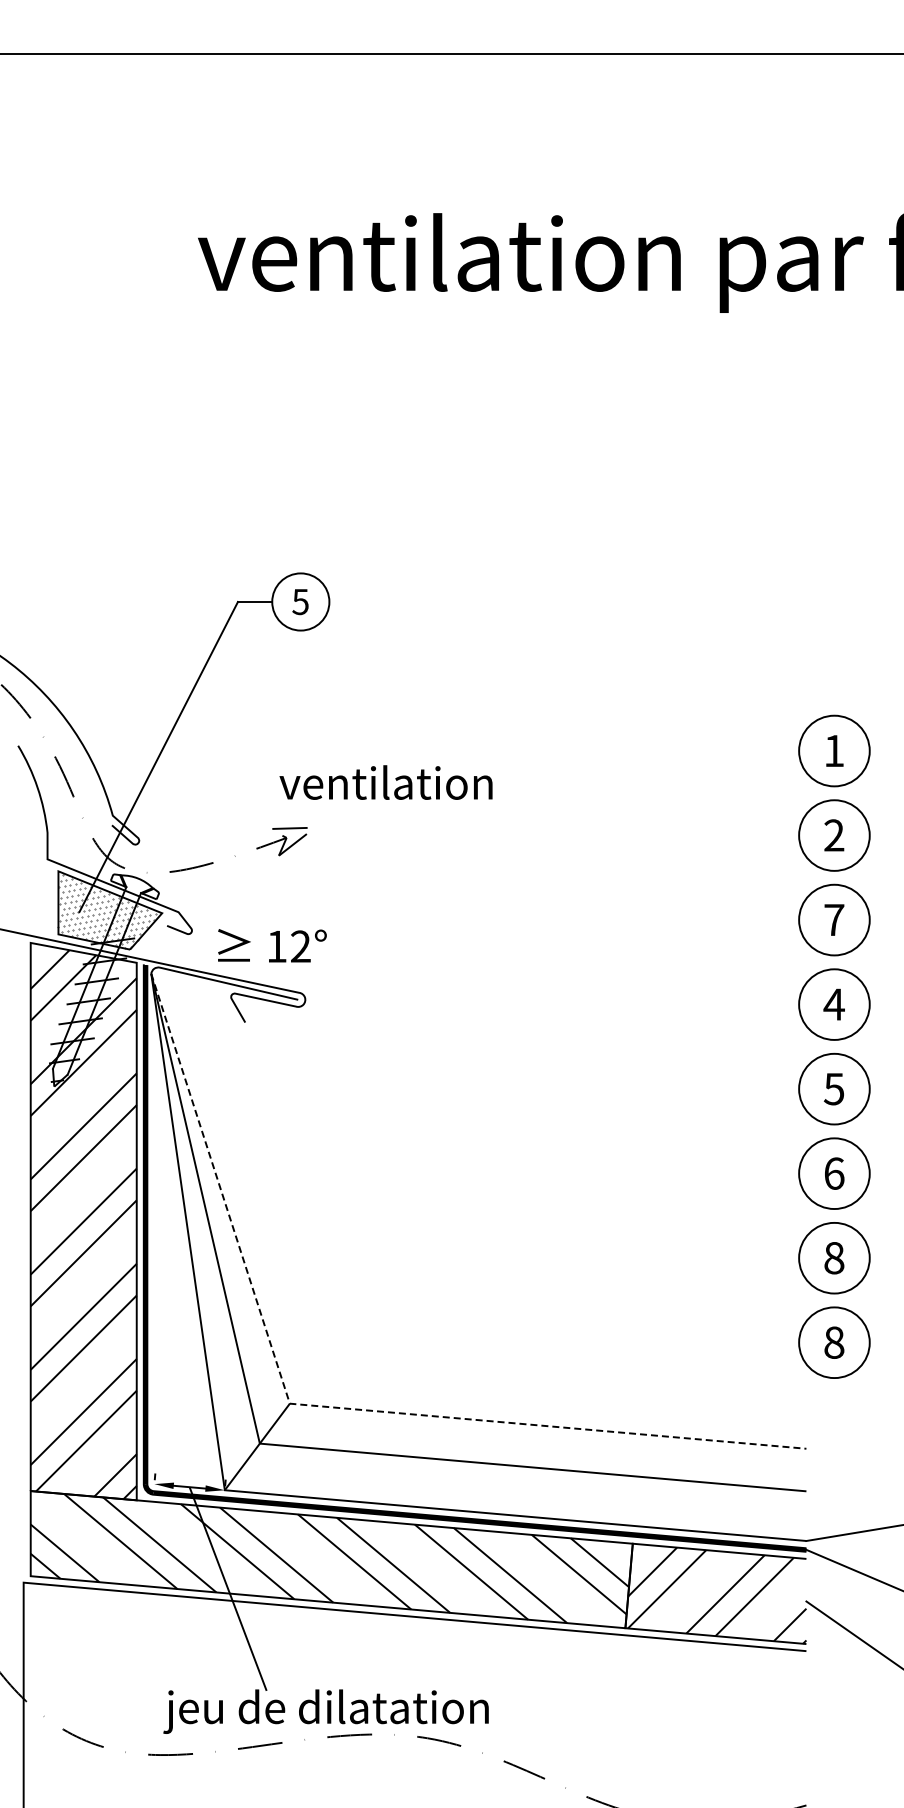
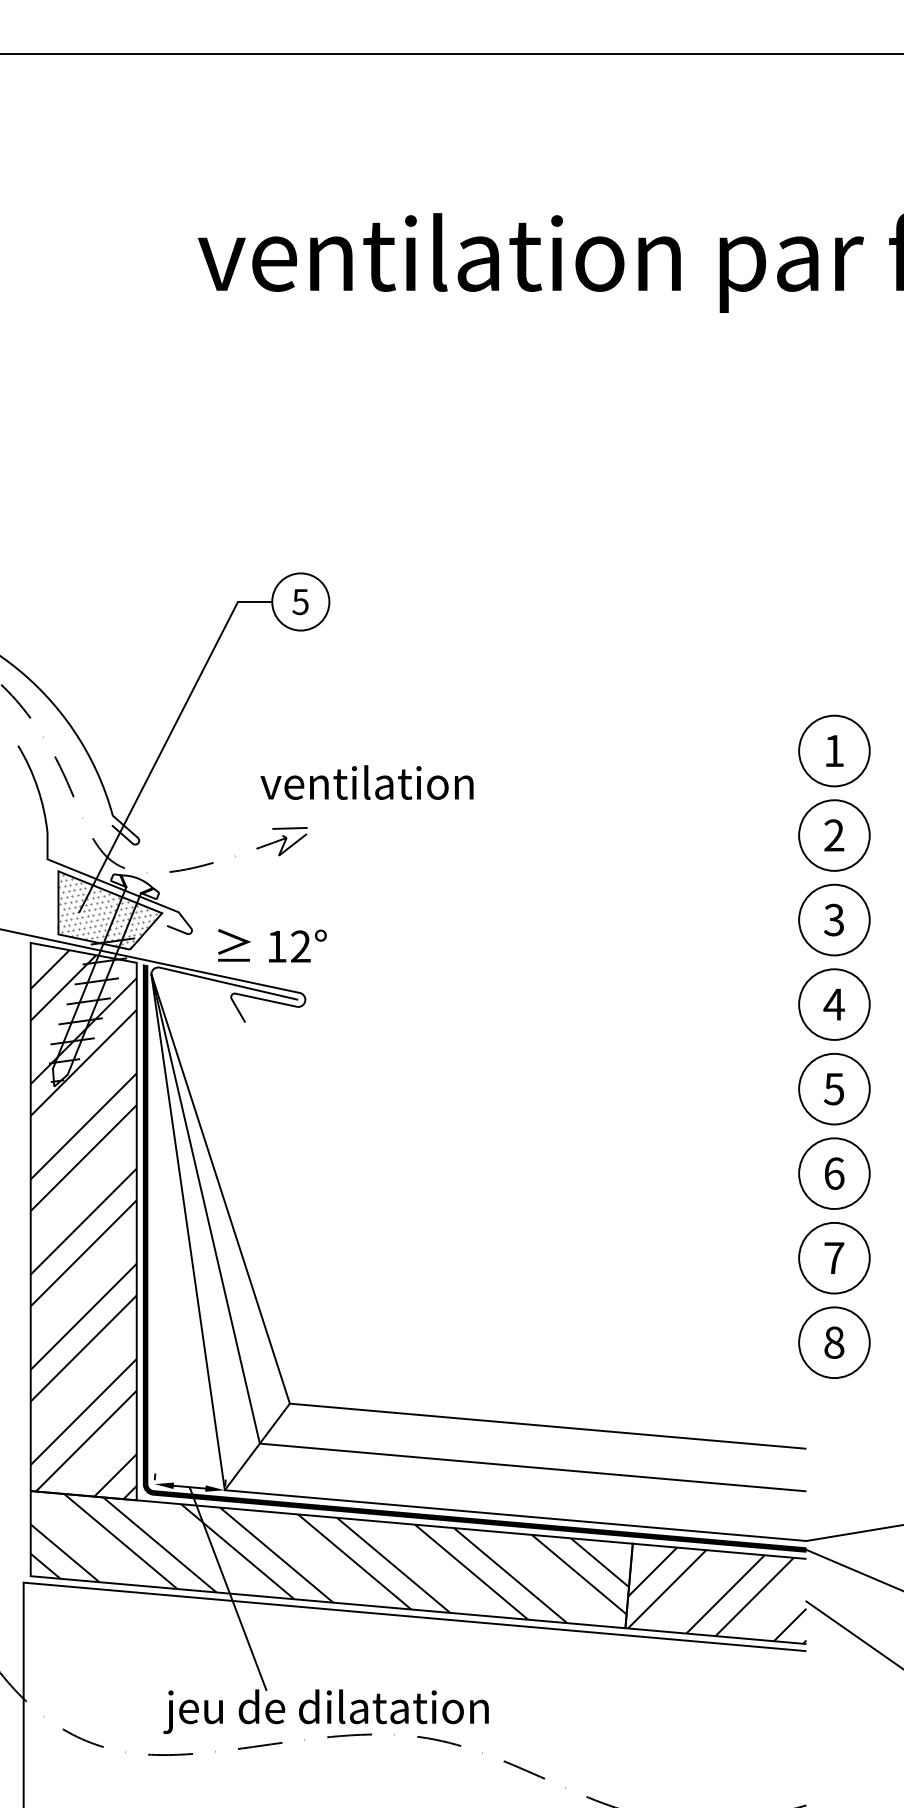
text at (385, 782) position: (385, 782) -> (366, 782)
text at (834, 919): 7 -> 3
text at (834, 1258): 8 -> 7
line at (322, 1406): dashed -> solid
